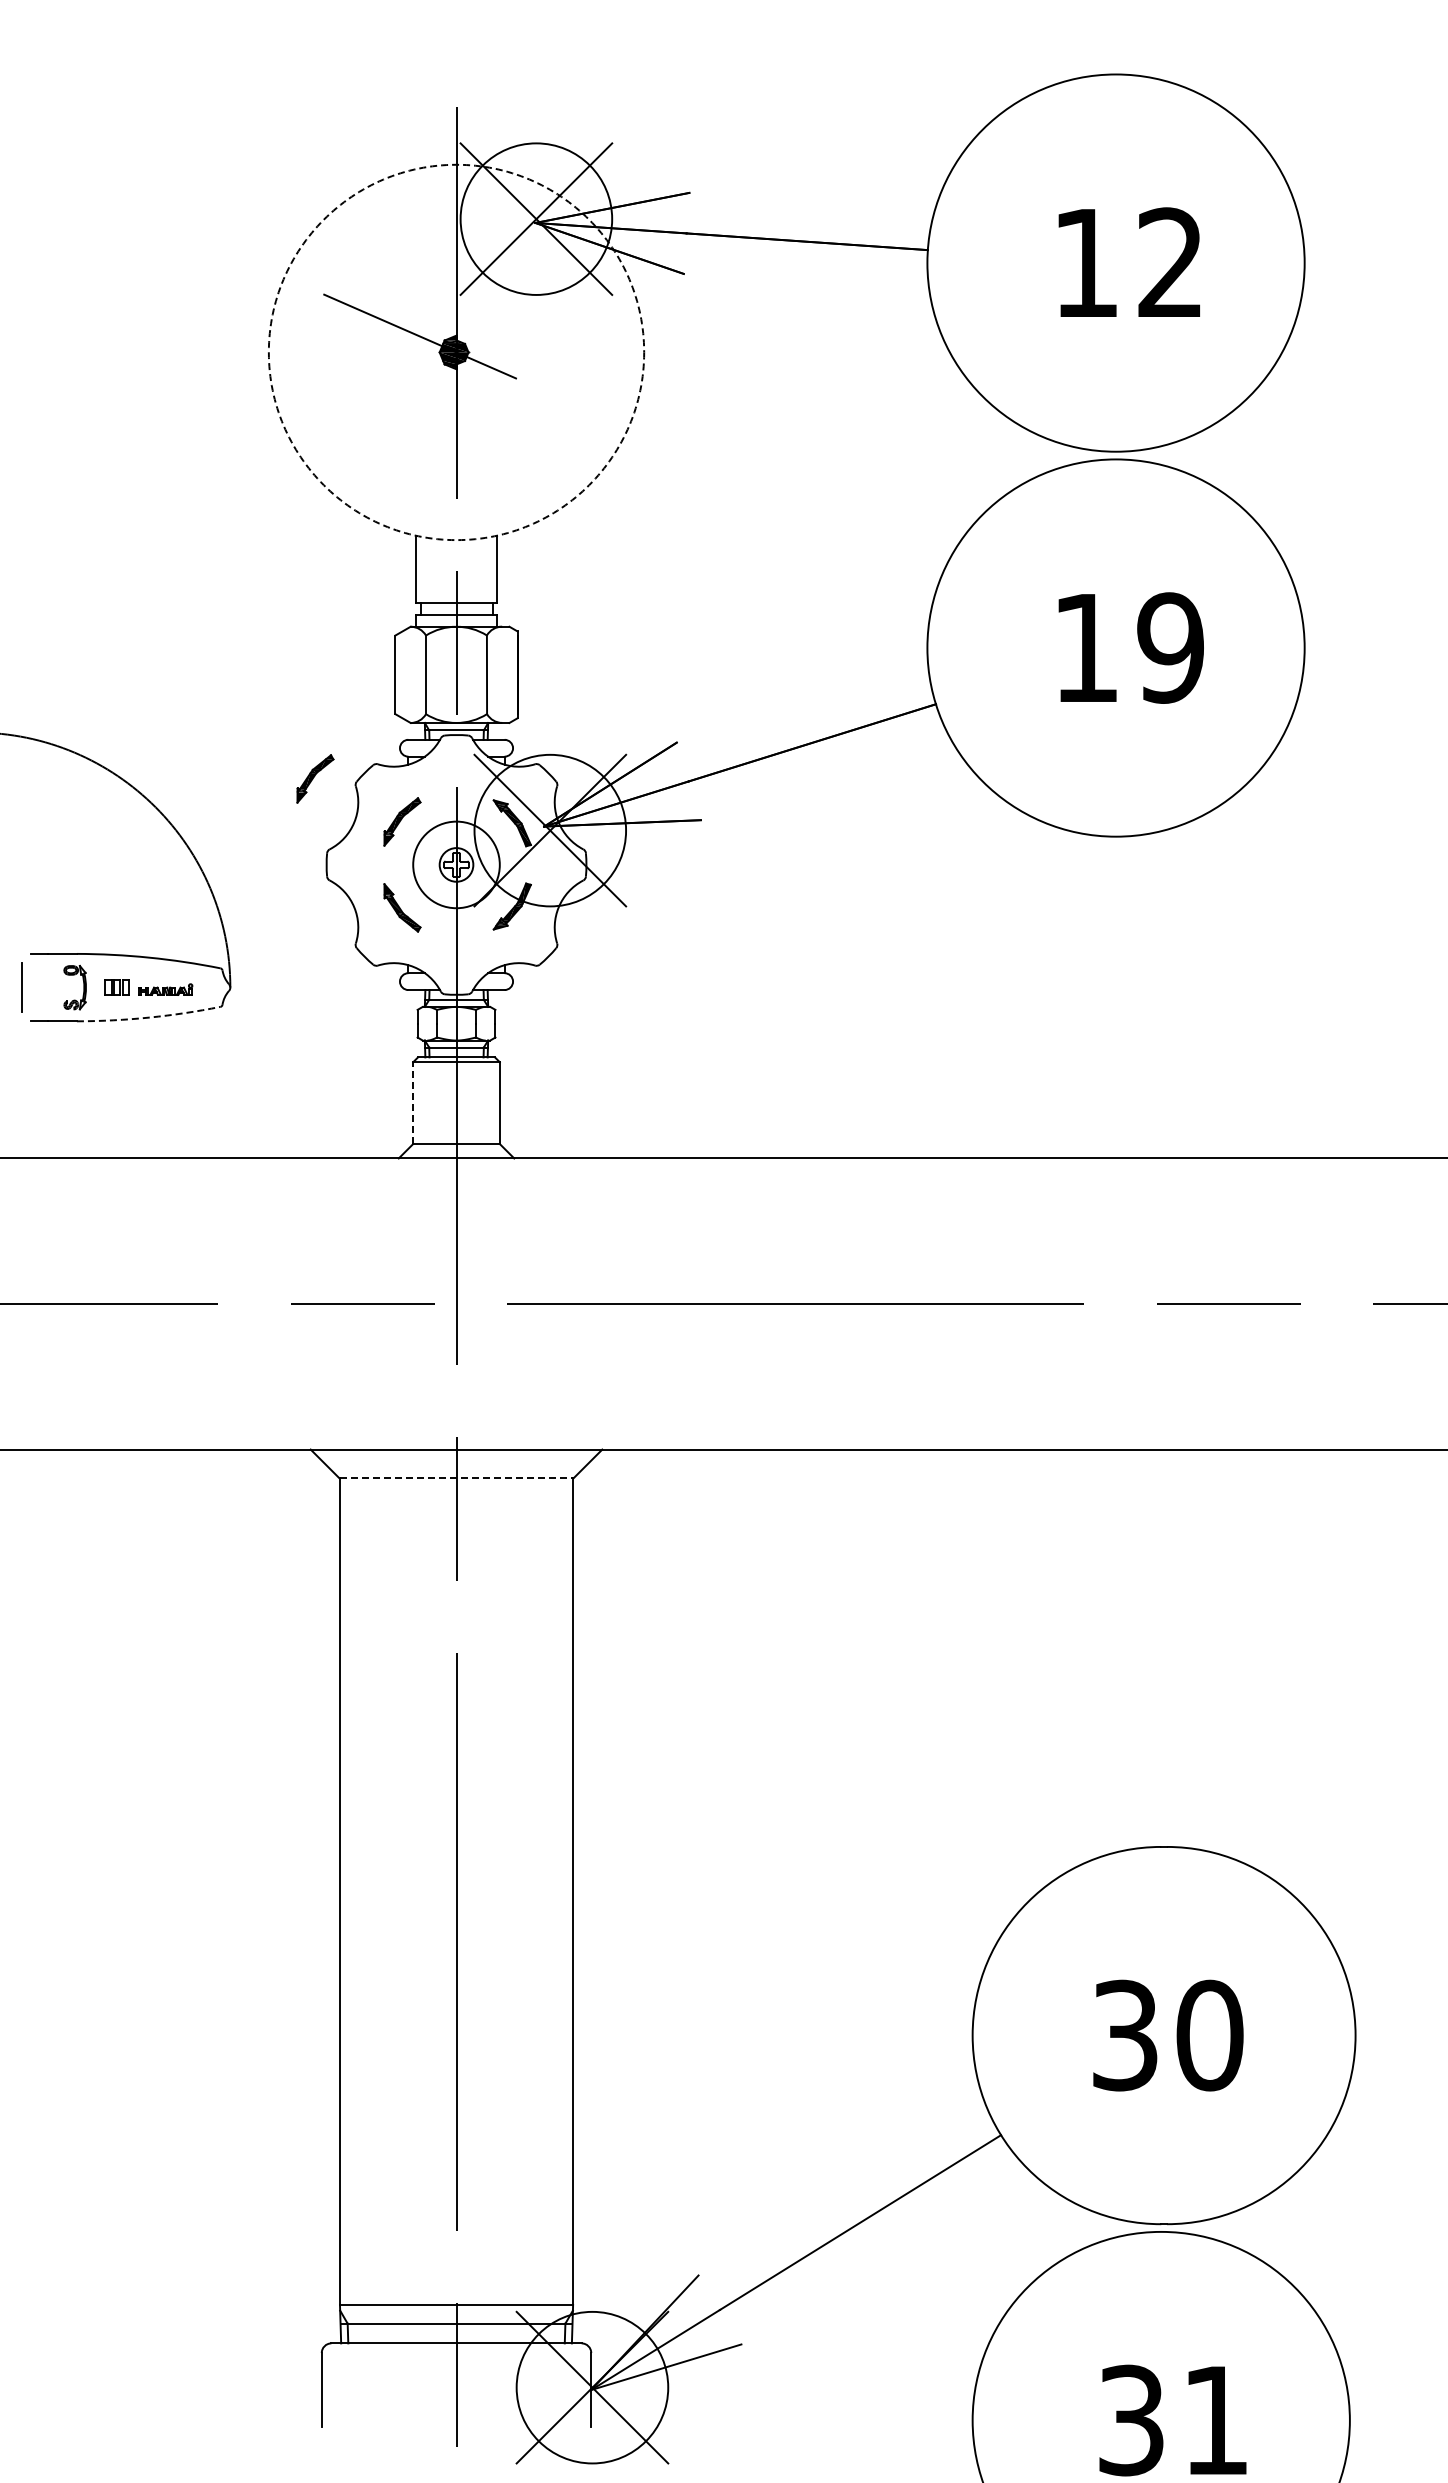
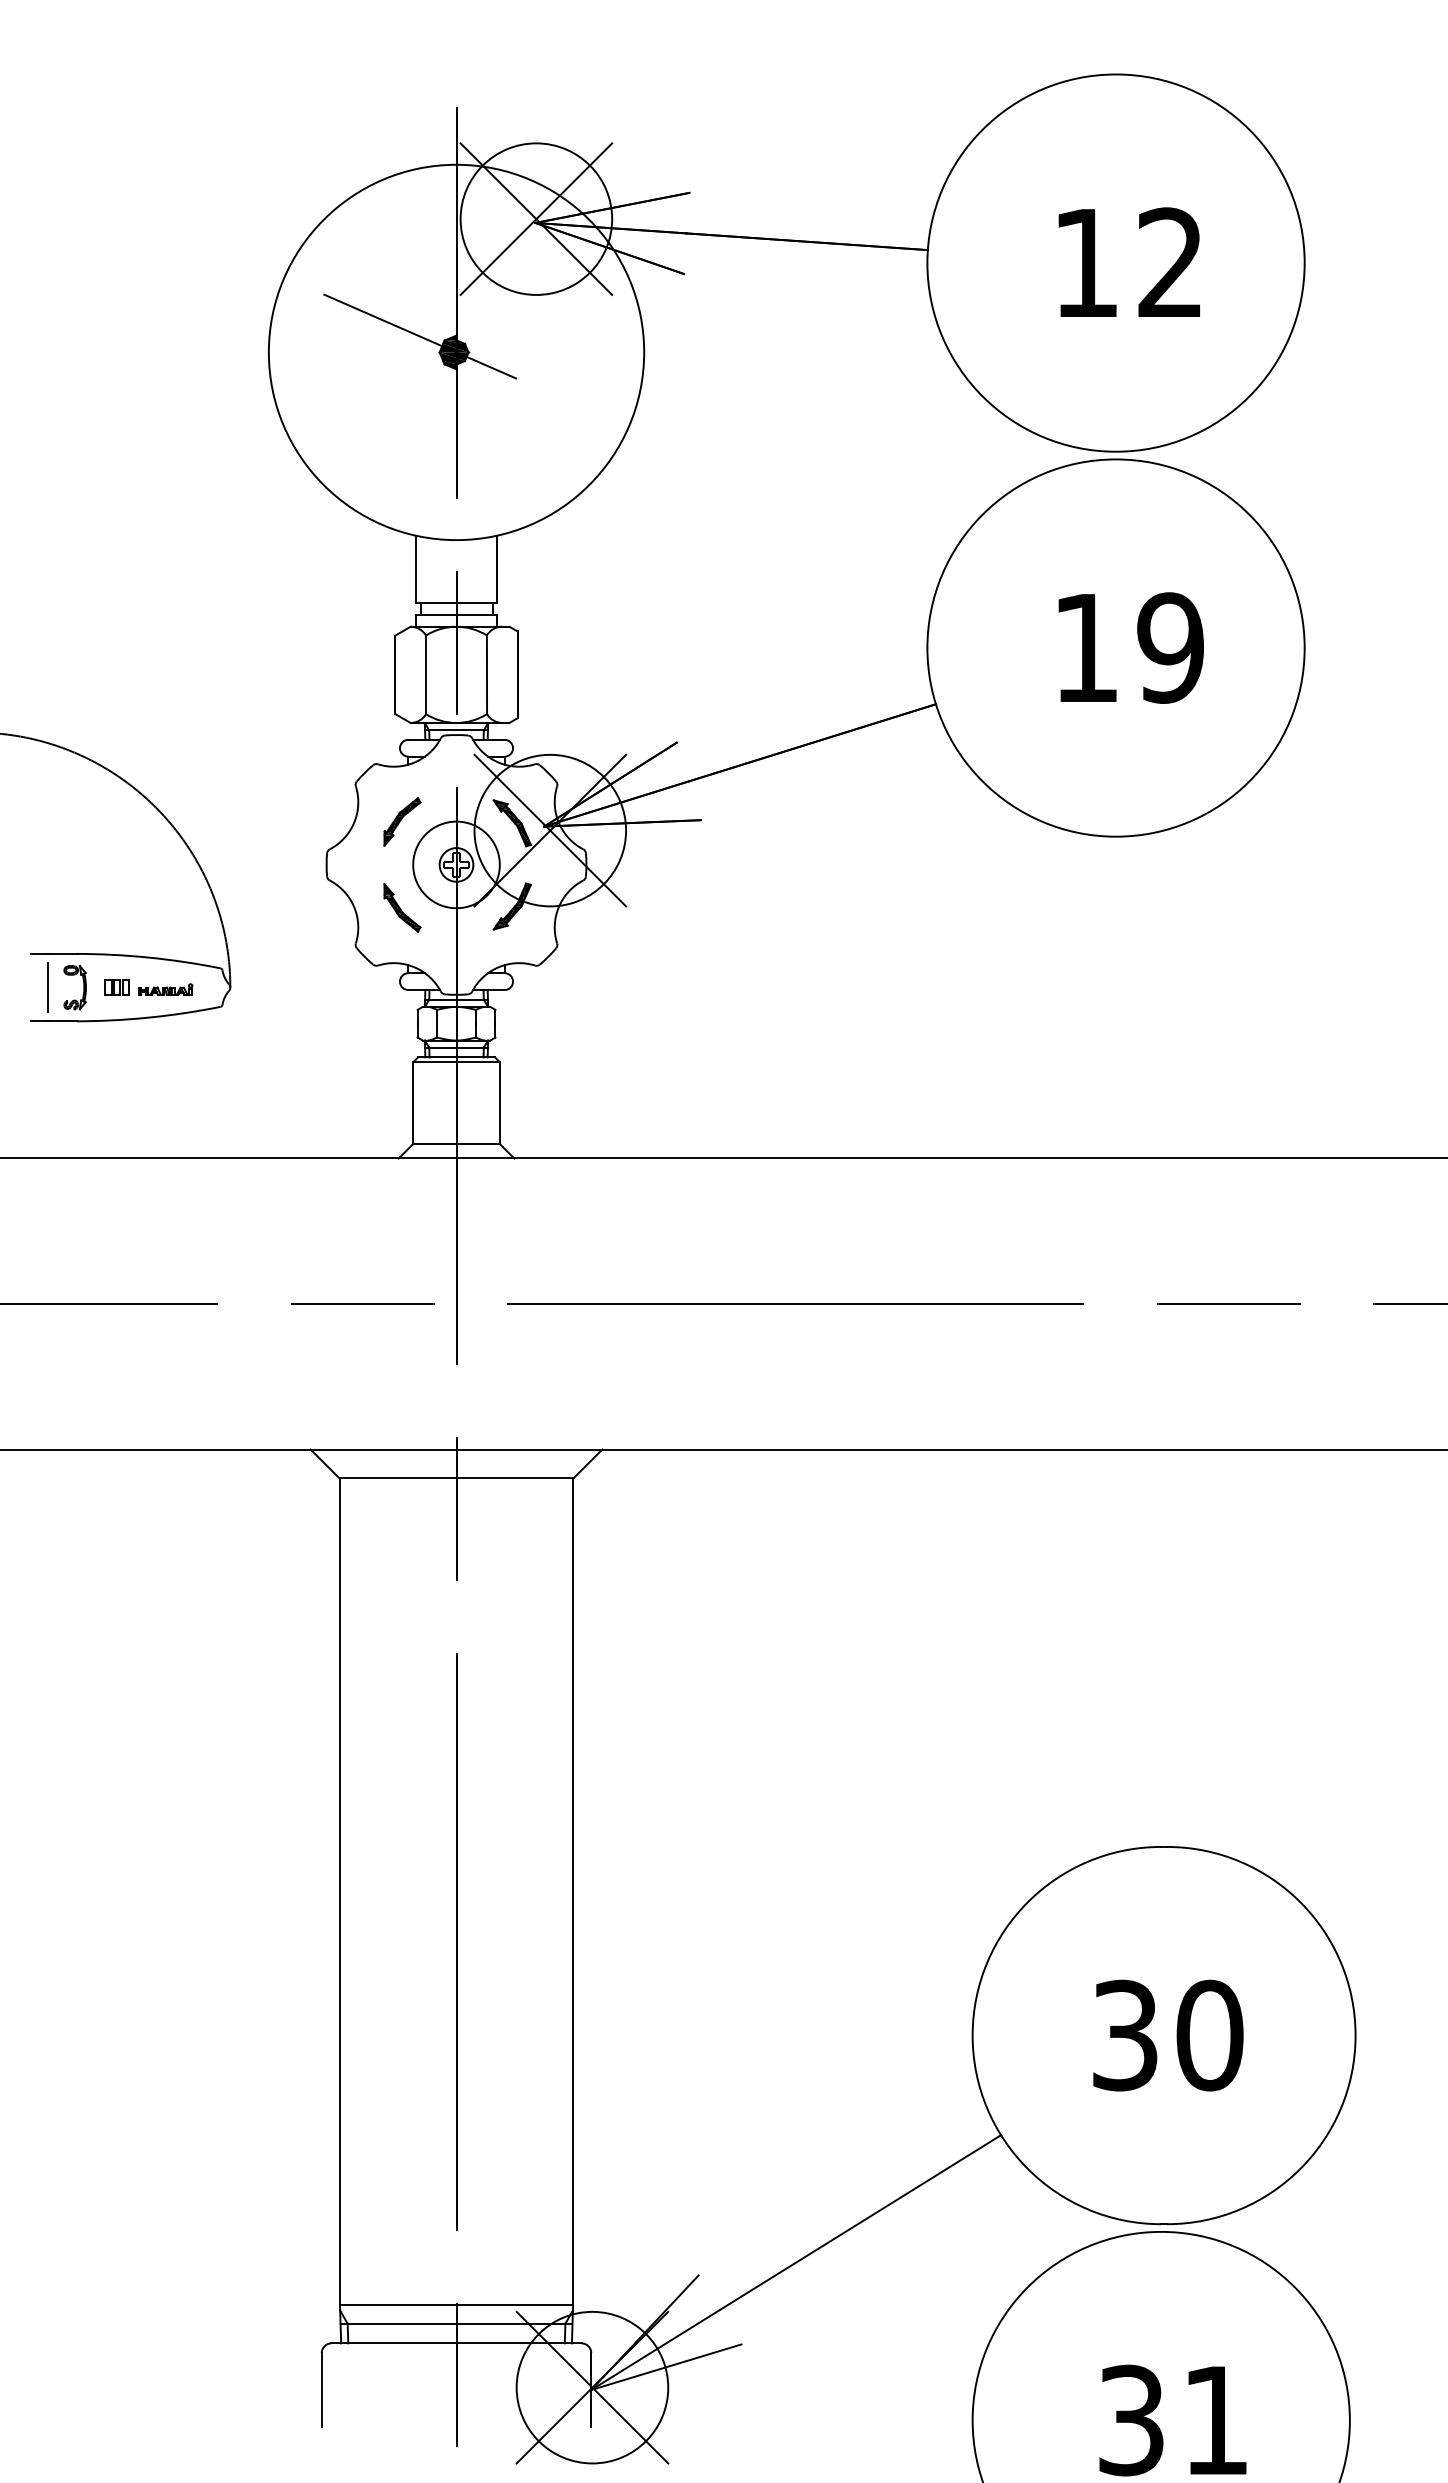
circle at (456, 352): dashed -> solid
part at (315, 778): present -> none
line at (21, 987) position: (21, 987) -> (47, 987)
arc at (149, 1017): dashed -> solid
line at (413, 1103): dashed -> solid
line at (456, 1478): dashed -> solid
